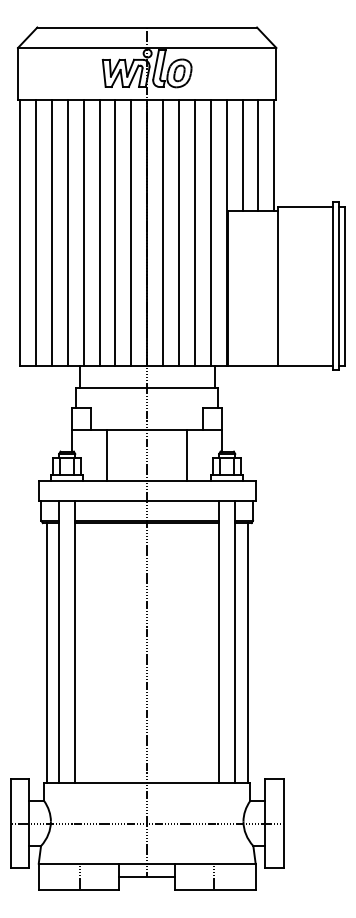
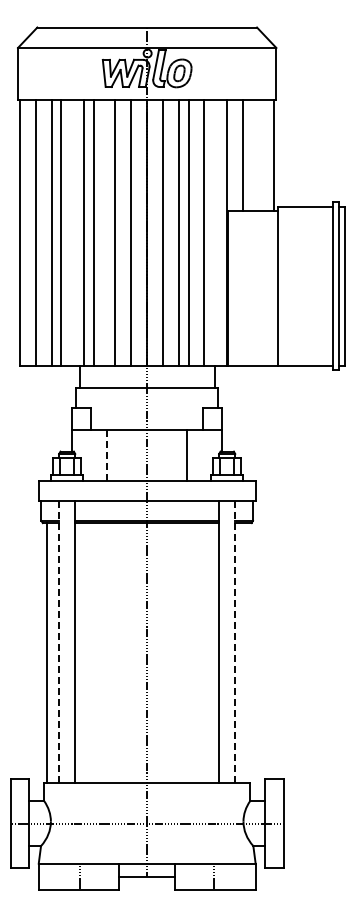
line at (258, 155): present -> none
line at (67, 232) position: (67, 232) -> (60, 232)
line at (99, 232) position: (99, 232) -> (93, 232)
line at (194, 232) position: (194, 232) -> (188, 232)
line at (210, 232) position: (210, 232) -> (203, 232)
line at (107, 455): solid -> dashed
line at (59, 642): solid -> dashed
line at (235, 642): solid -> dashed
line at (247, 653): present -> none
